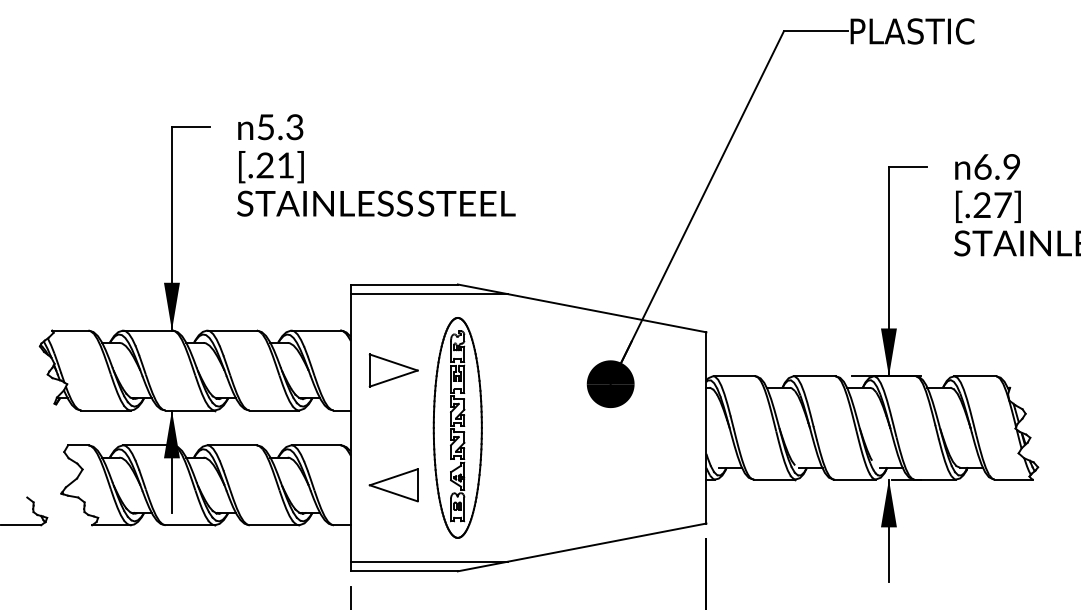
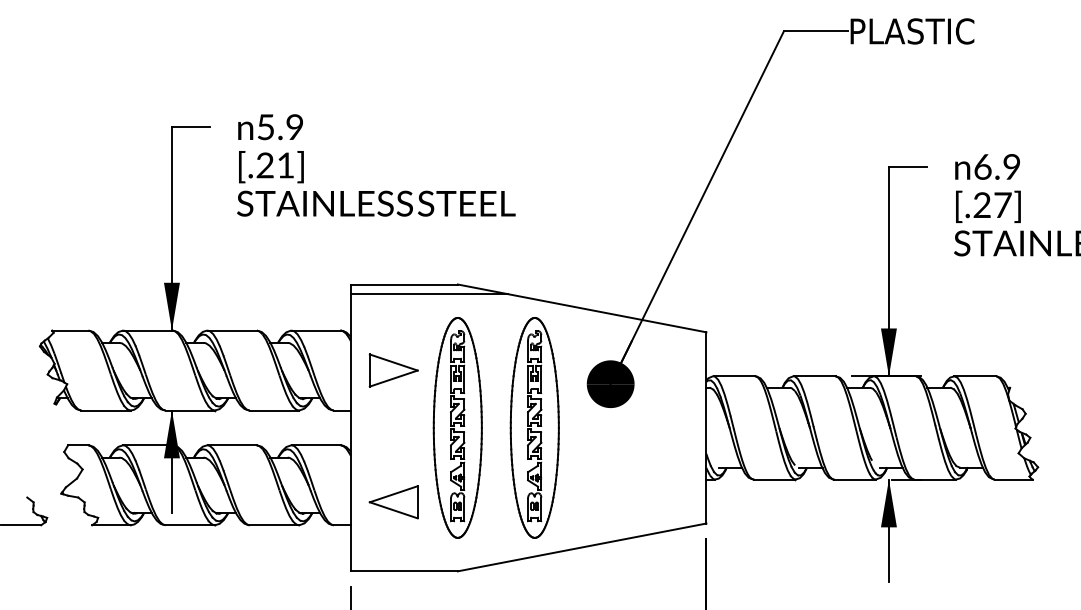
text at (294, 127): 5.3 -> 5.9
part at (534, 427): none -> present
part at (393, 485) position: (393, 485) -> (393, 502)
line at (428, 561): present -> none
